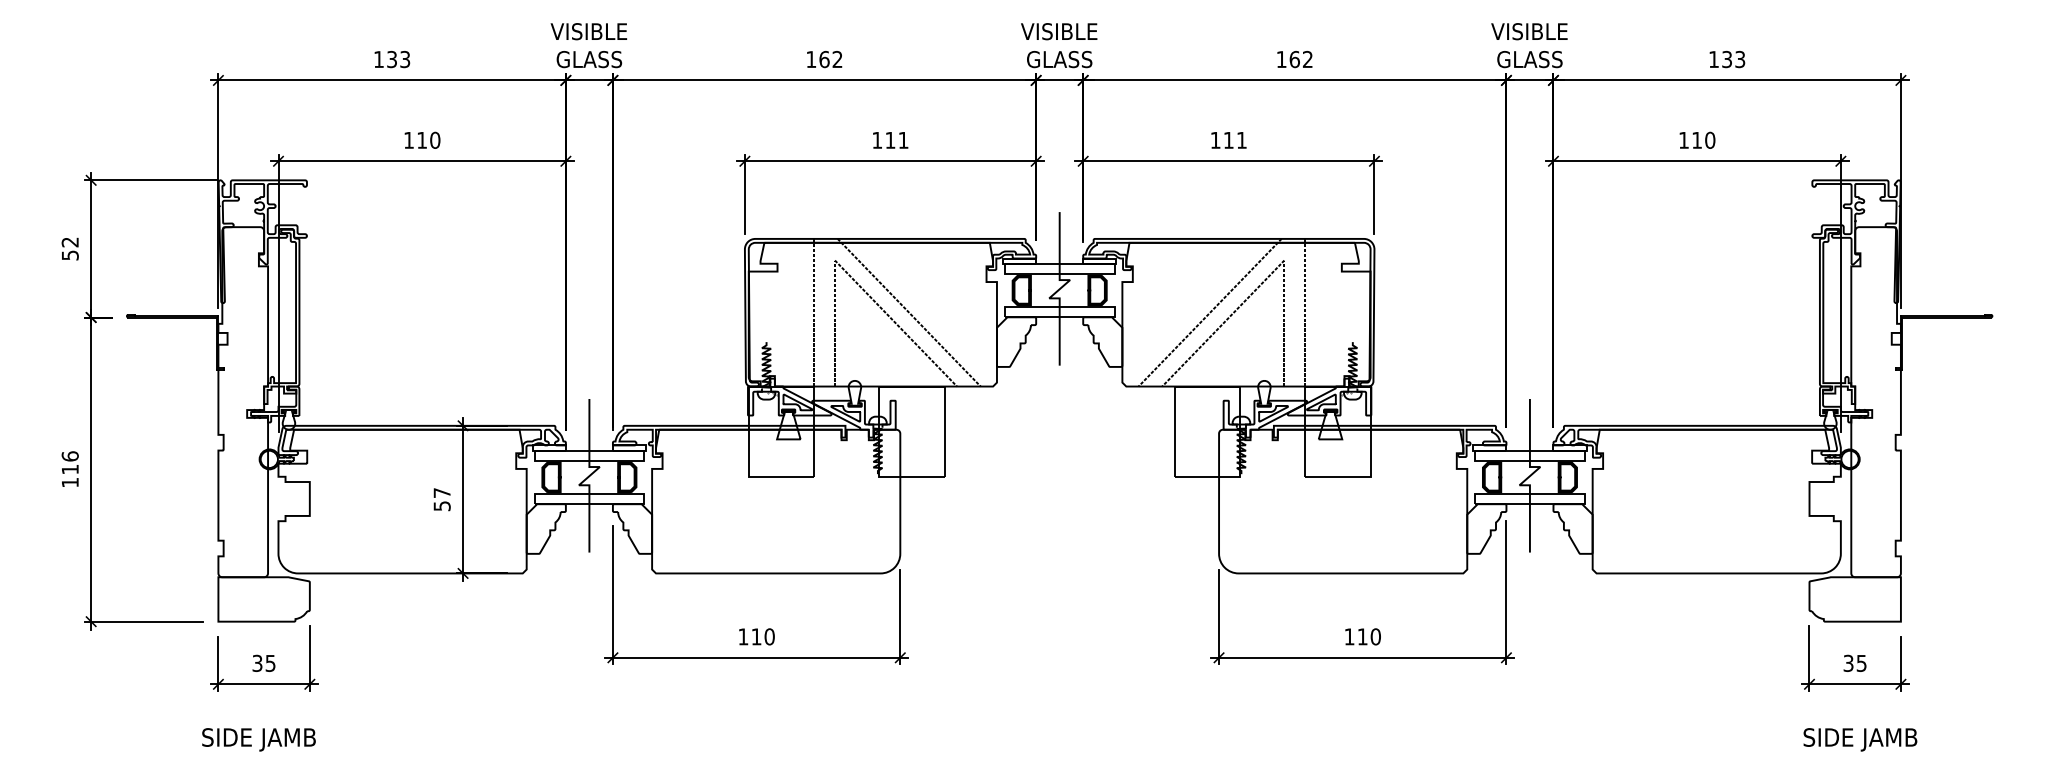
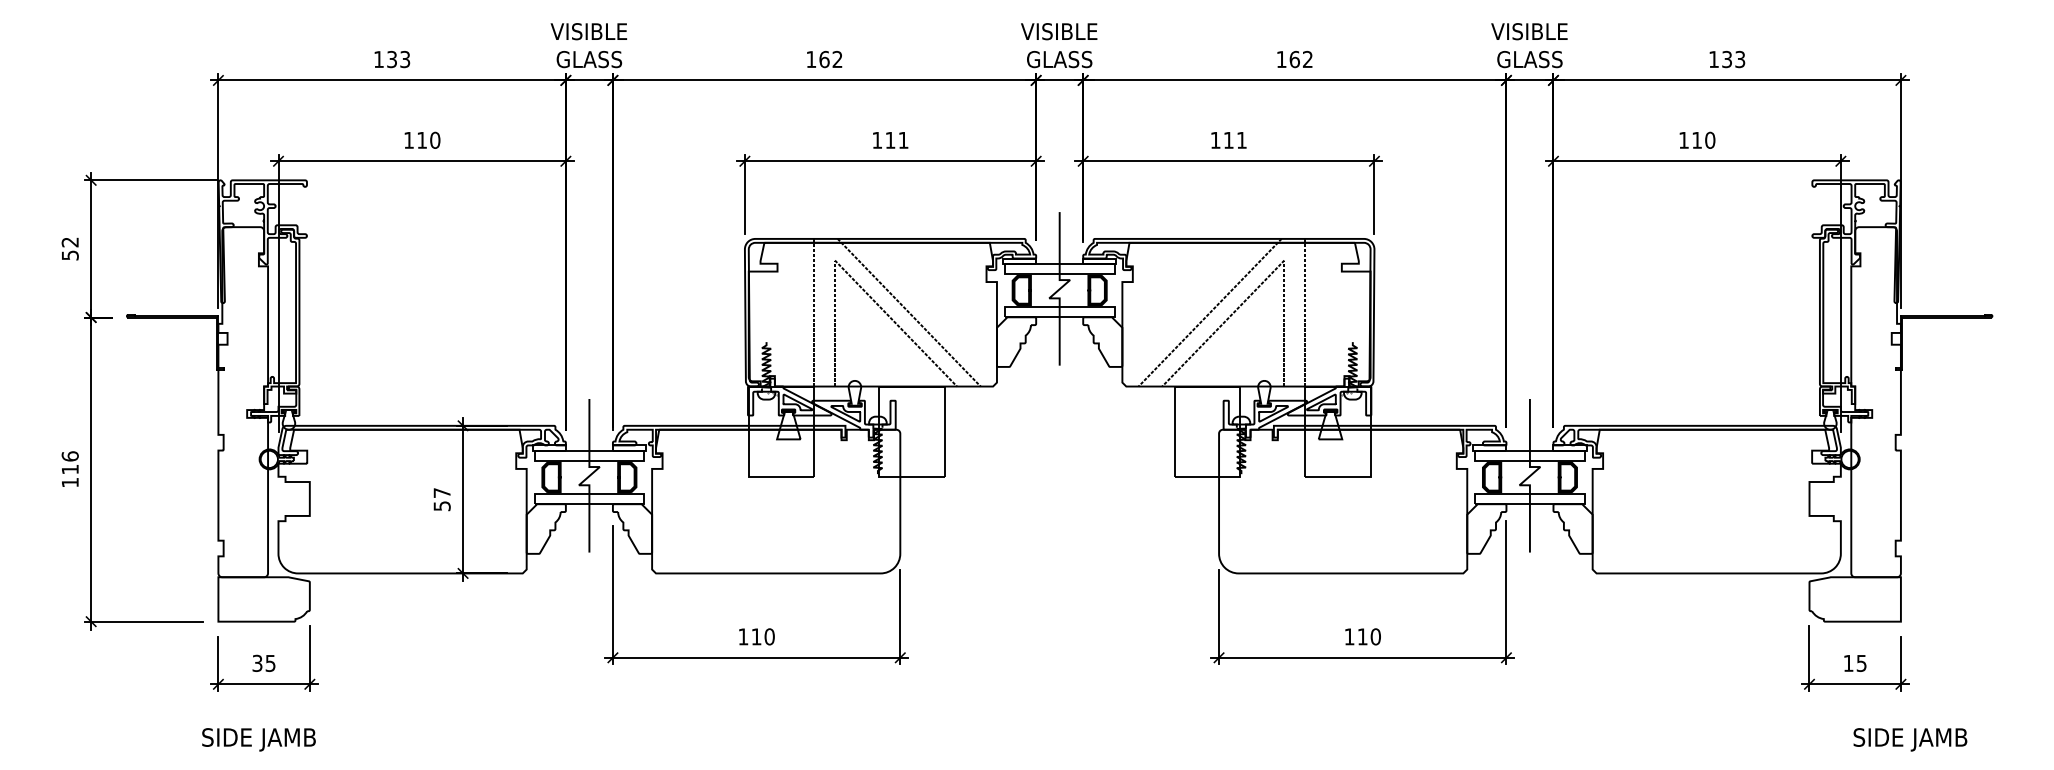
text at (1848, 662): 35 -> 15
text at (1860, 739) position: (1860, 739) -> (1910, 739)
